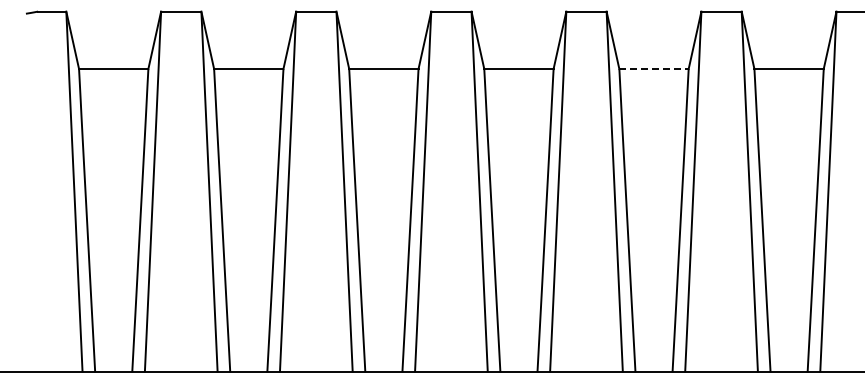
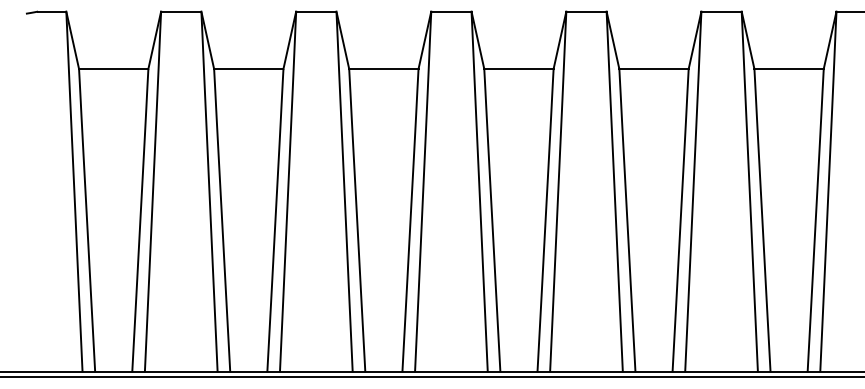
line at (654, 68): dashed -> solid
line at (431, 377): none -> present
